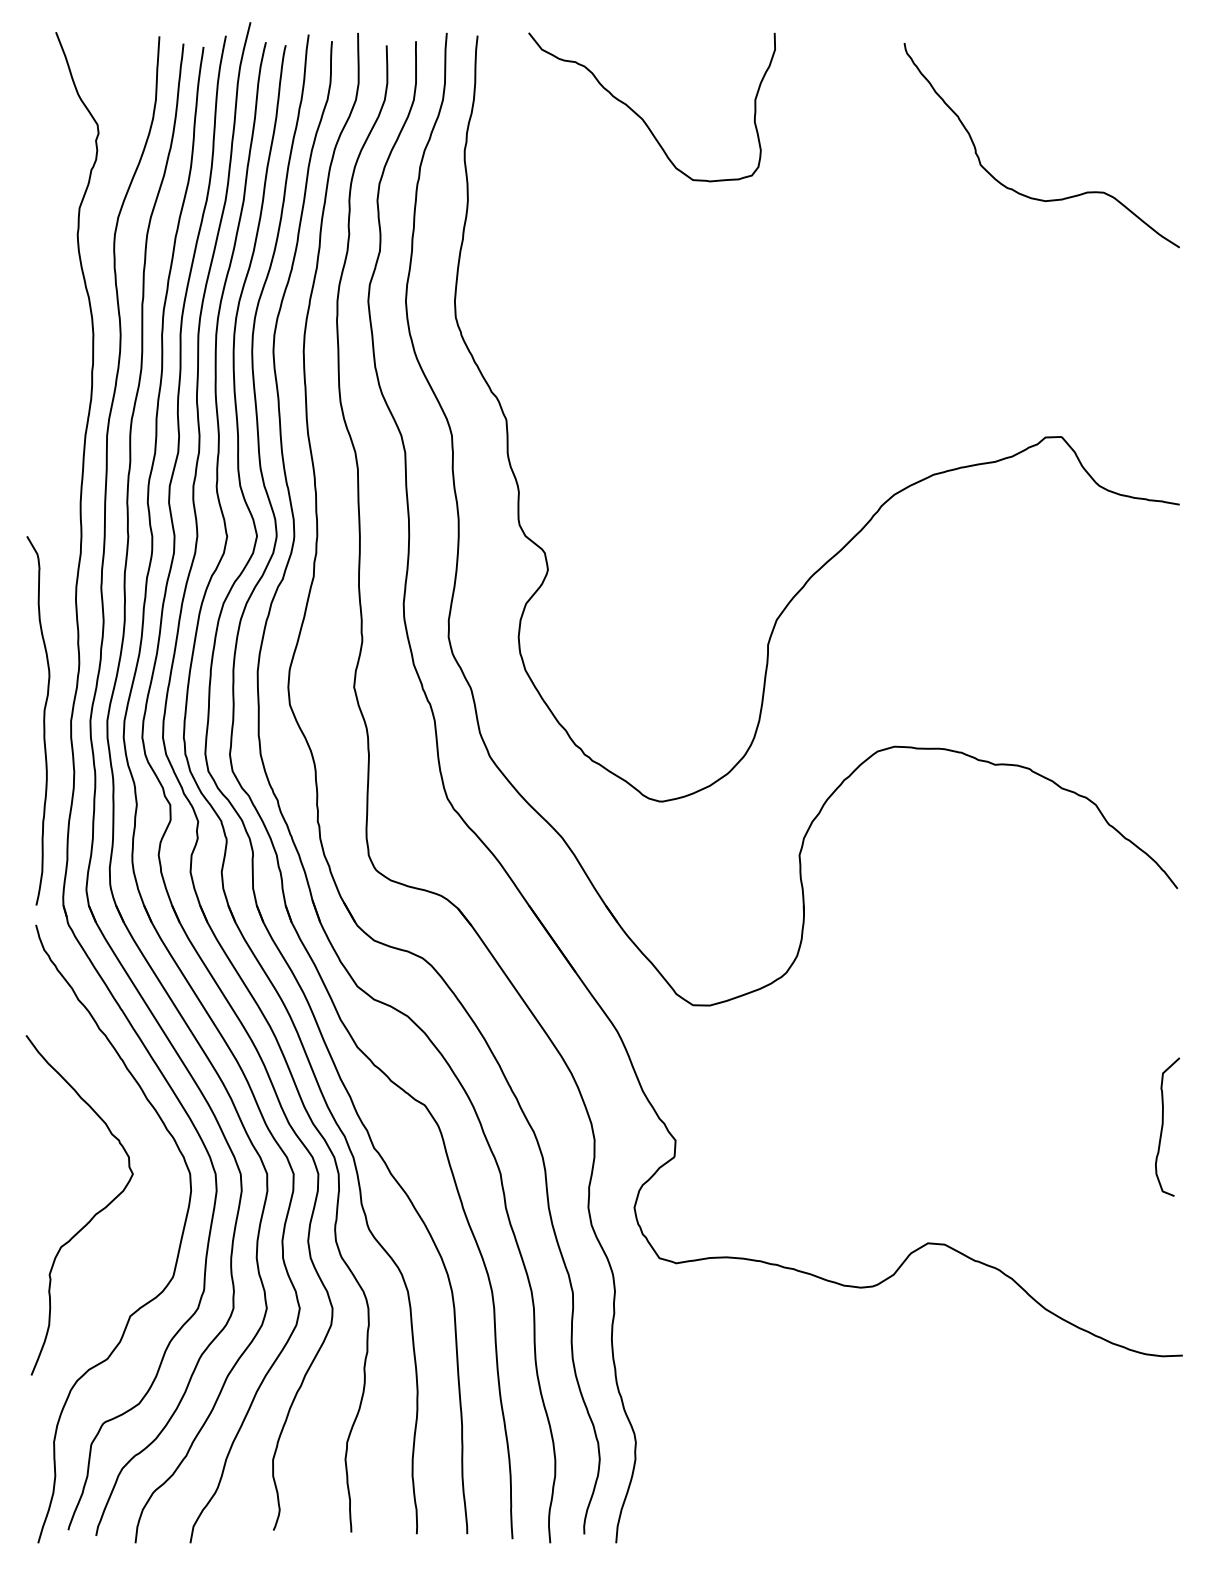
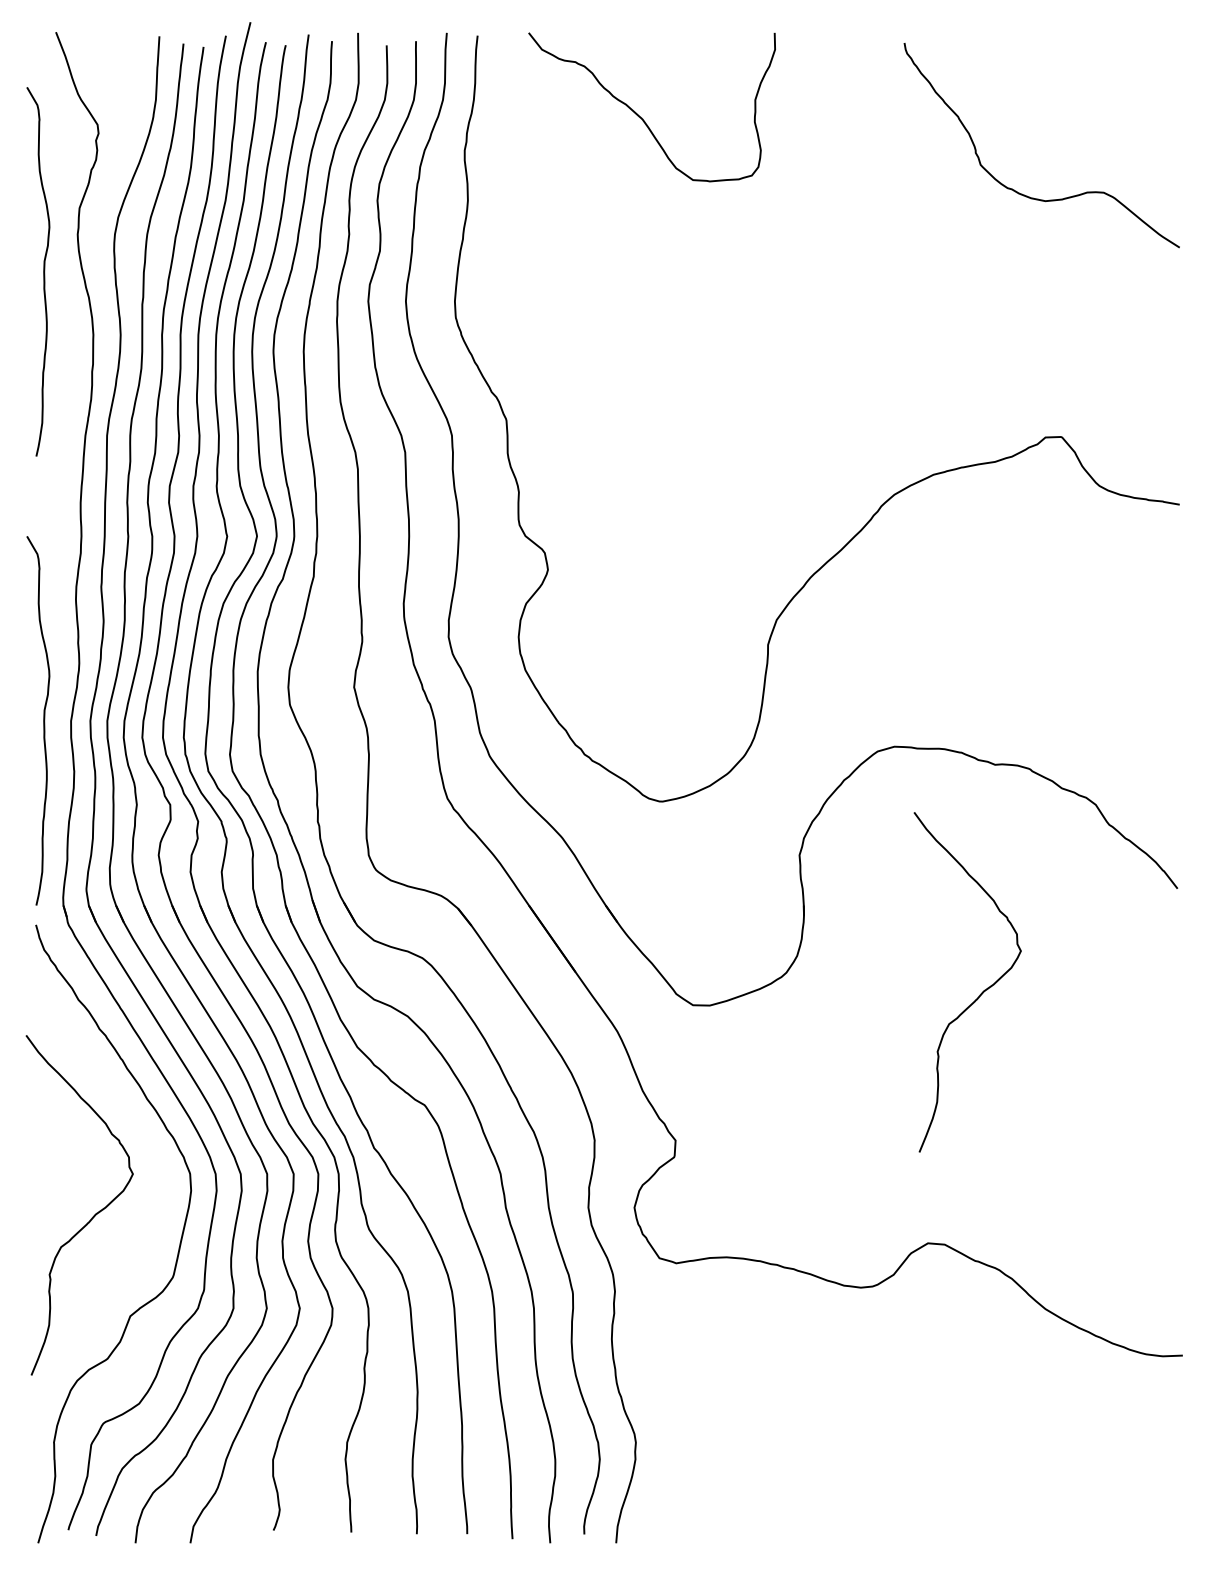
curve at (43, 271): none -> present
curve at (979, 994): none -> present
curve at (1163, 1126): present -> none
